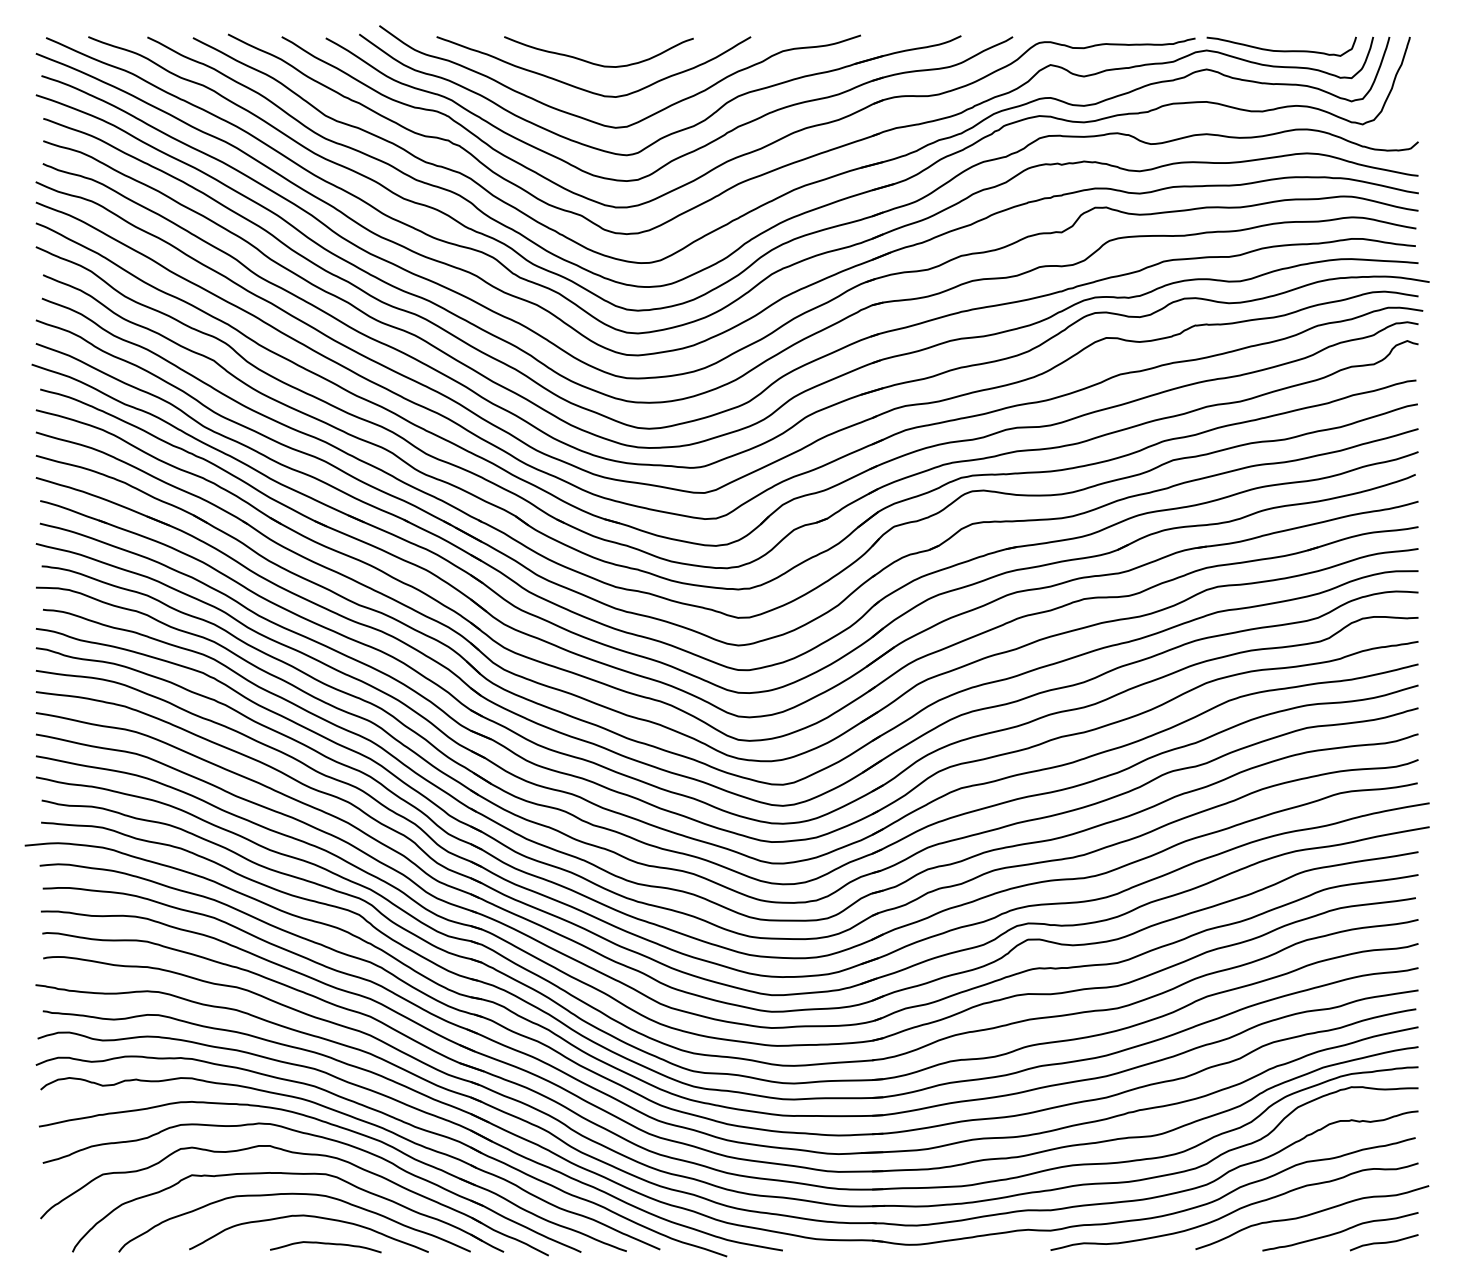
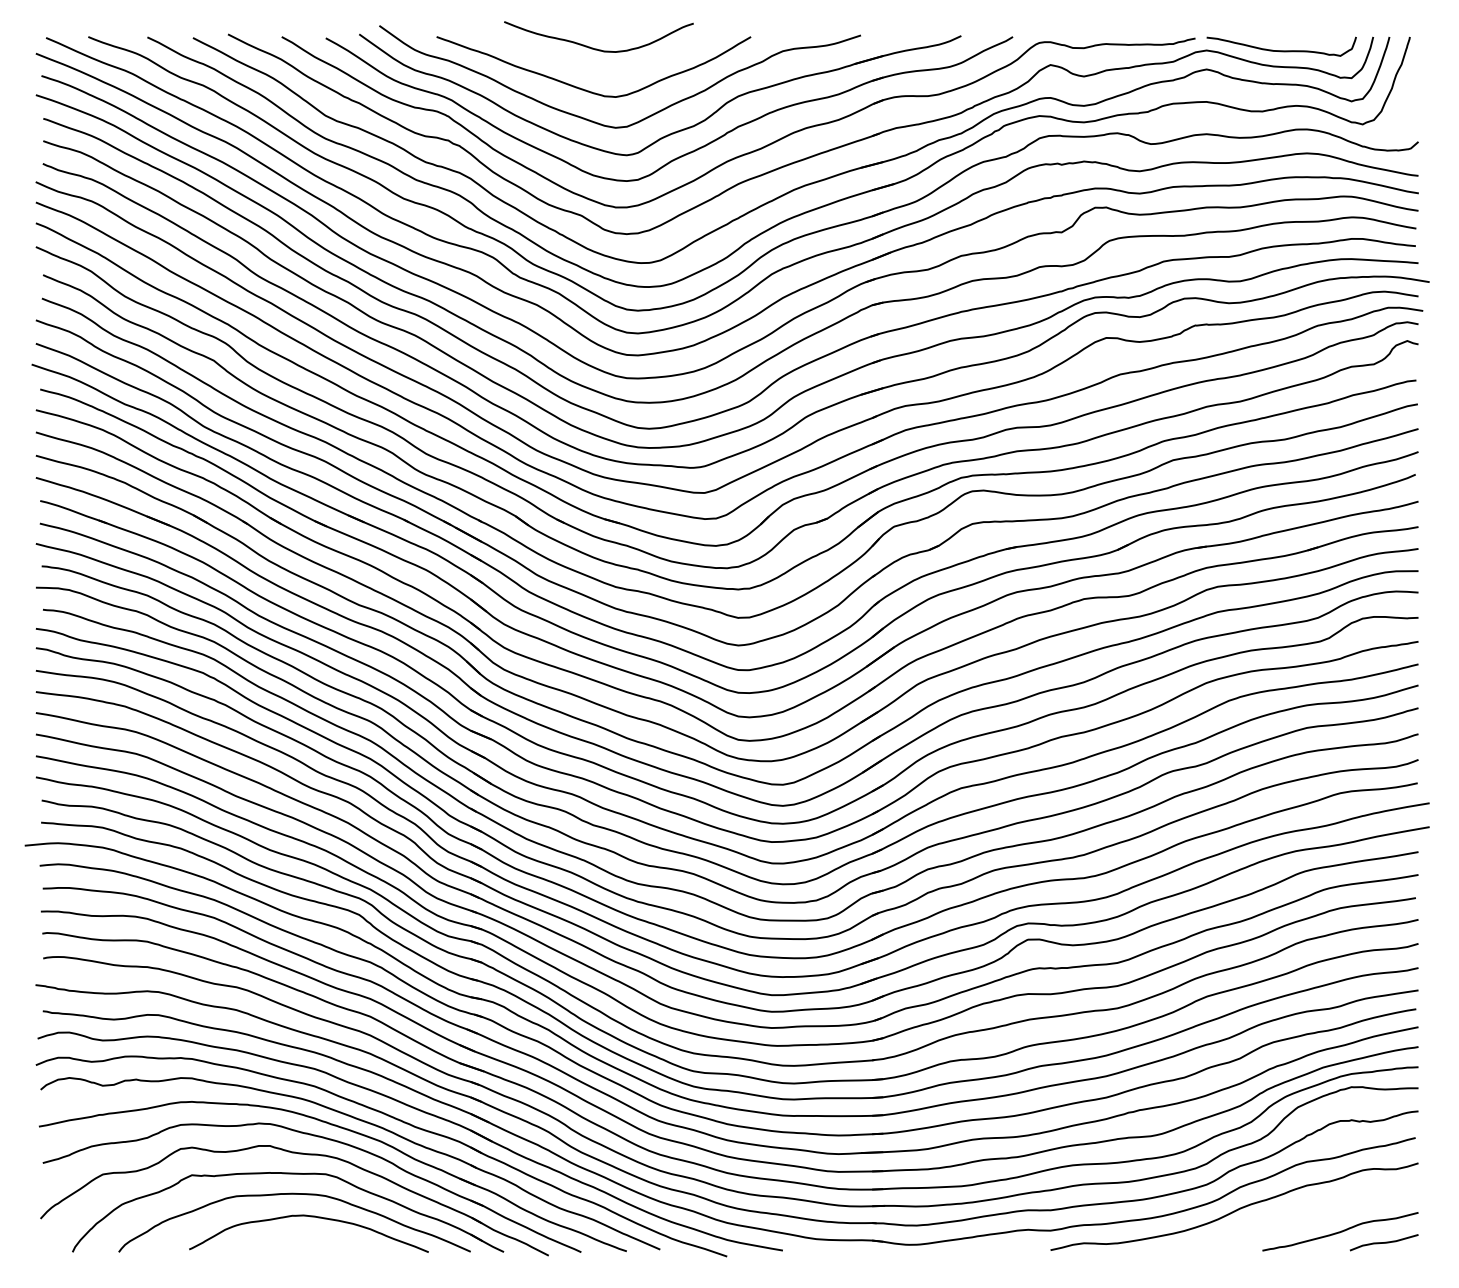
curve at (597, 63) position: (597, 63) -> (597, 48)
curve at (1311, 1215): present -> none
curve at (325, 1244): present -> none
